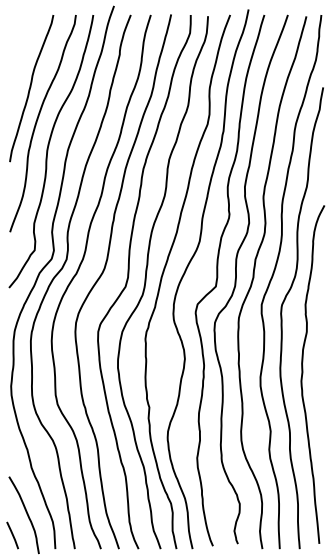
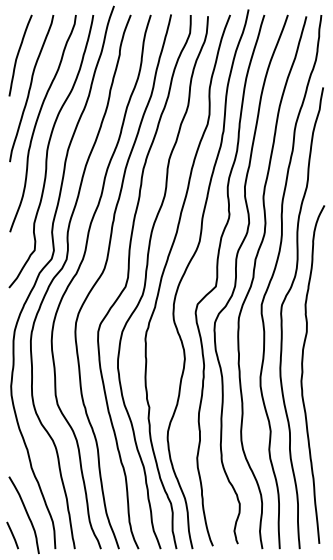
curve at (18, 55): none -> present
